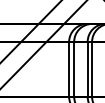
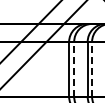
line at (74, 68): solid -> dashed
line at (92, 68): solid -> dashed
